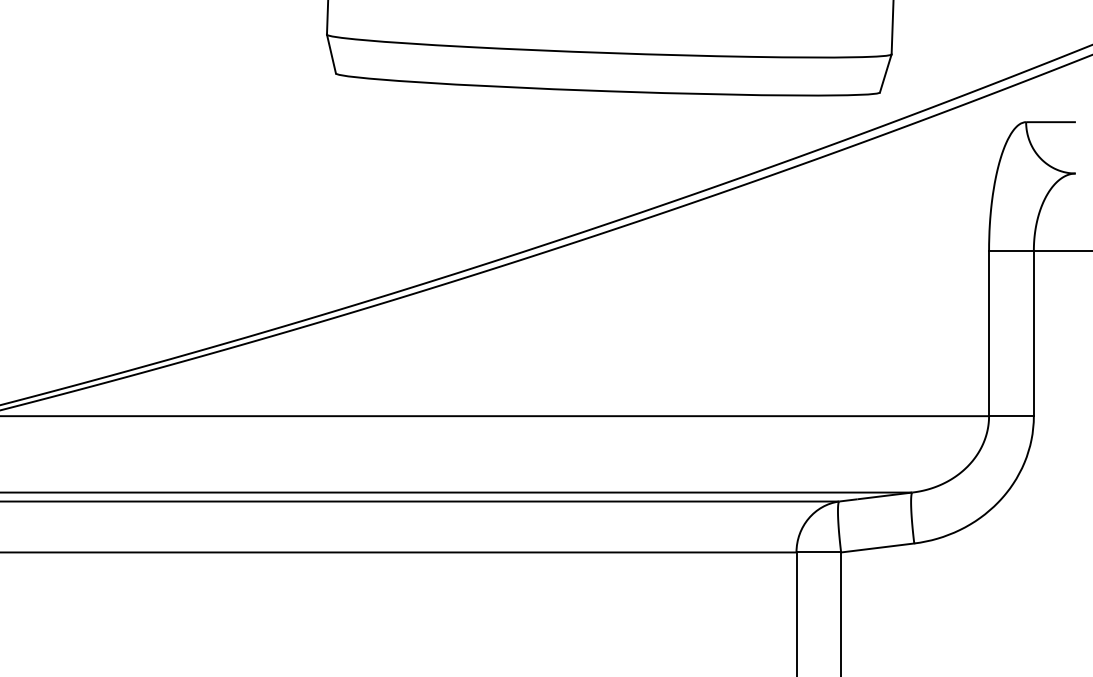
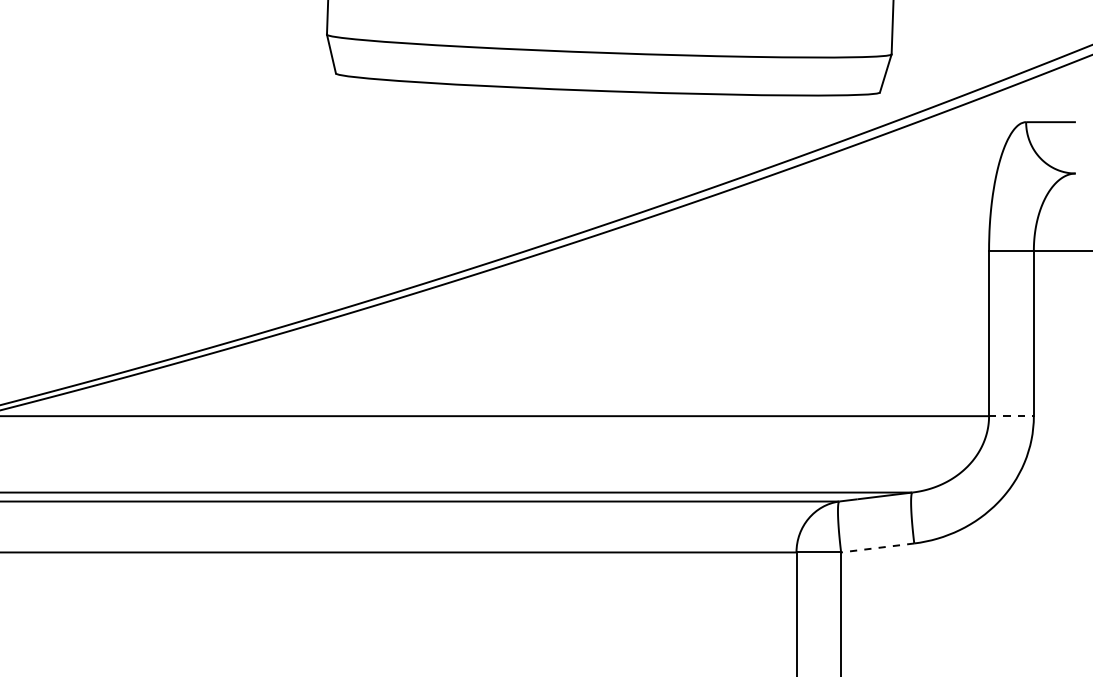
line at (1011, 416): solid -> dashed
line at (877, 547): solid -> dashed
